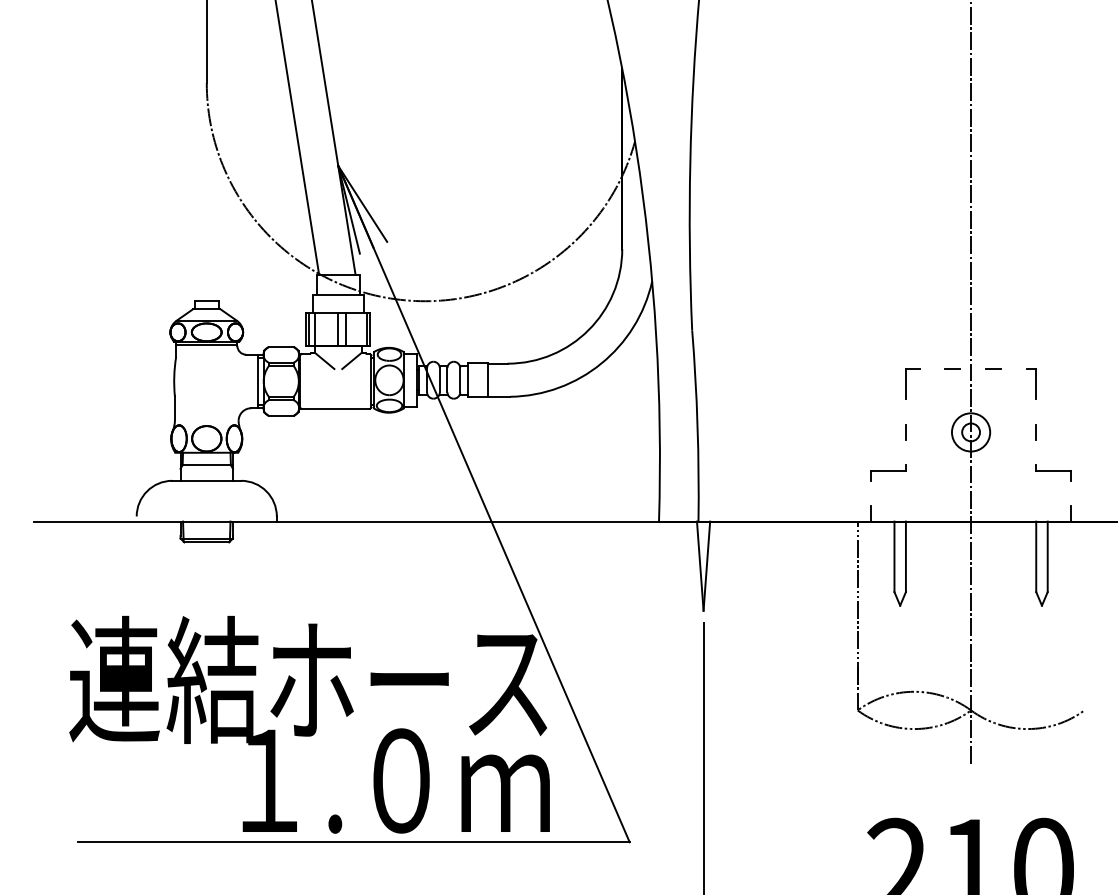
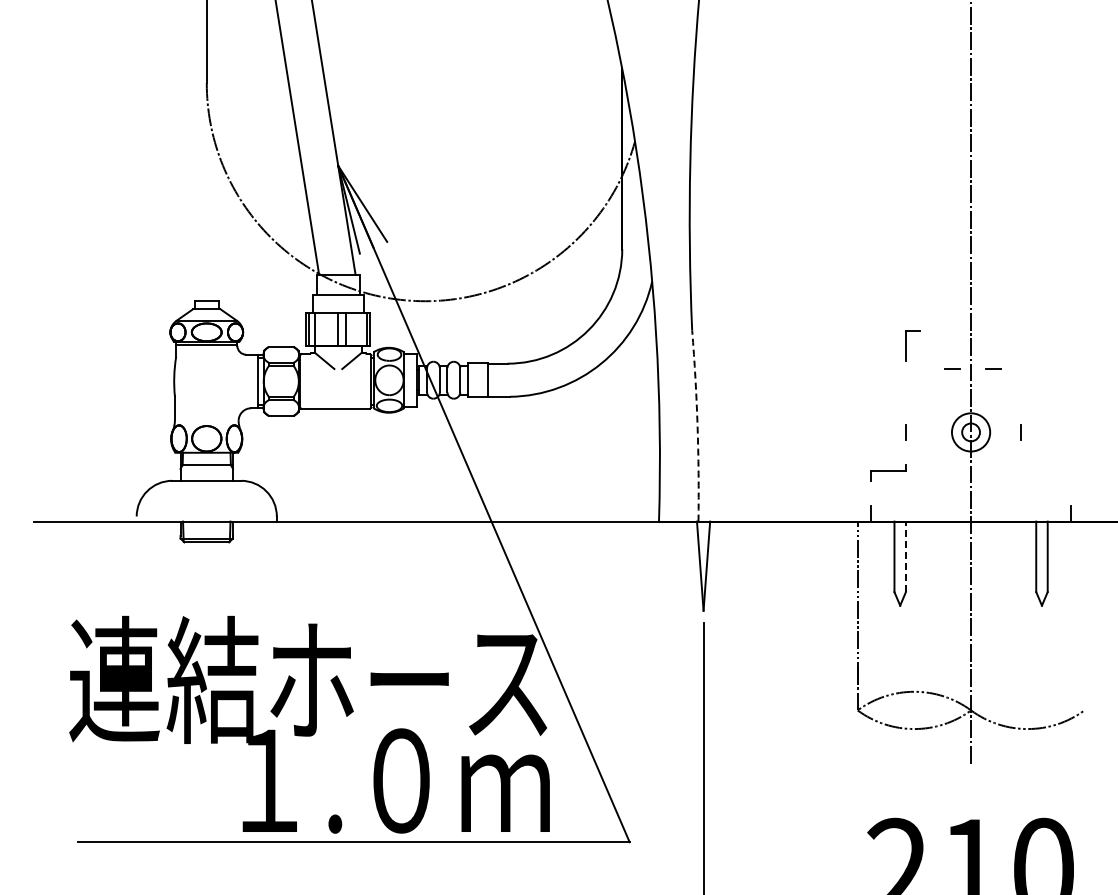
part at (912, 383) position: (912, 383) -> (912, 345)
part at (1031, 383): present -> none
arc at (697, 425): solid -> dashed
line at (1035, 432) position: (1035, 432) -> (1020, 432)
part at (1053, 472): present -> none
line at (905, 556): solid -> dashed
